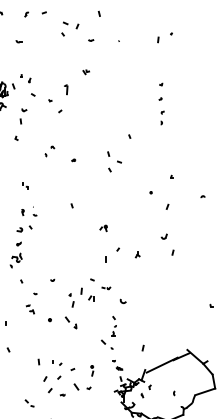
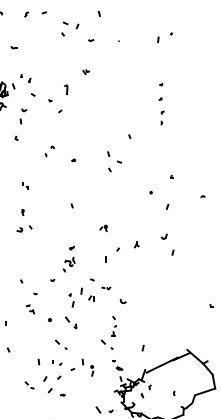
part at (18, 41) position: (18, 41) -> (13, 47)
part at (34, 211): present -> none
part at (15, 254) position: (15, 254) -> (68, 258)
part at (137, 254) position: (137, 254) -> (136, 244)
part at (60, 344): none -> present
line at (82, 361): none -> present
part at (82, 386) position: (82, 386) -> (104, 409)
part at (29, 403) position: (29, 403) -> (29, 385)
